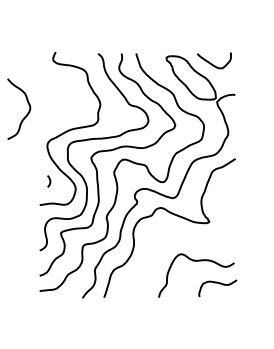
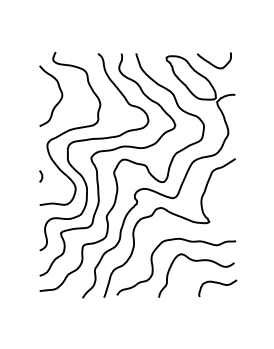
curve at (27, 112) position: (27, 112) -> (59, 99)
curve at (49, 181) position: (49, 181) -> (41, 176)
curve at (153, 266): none -> present
